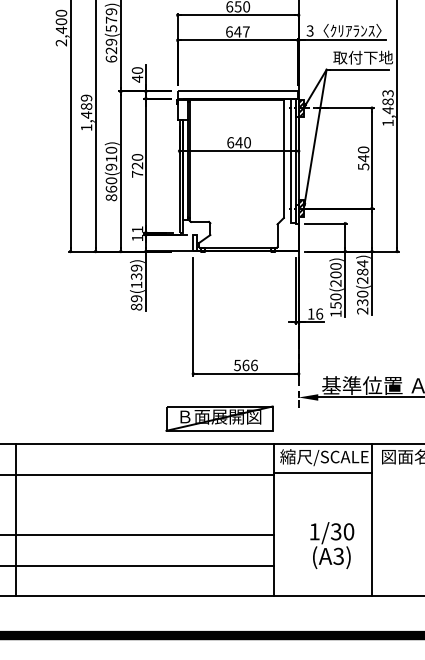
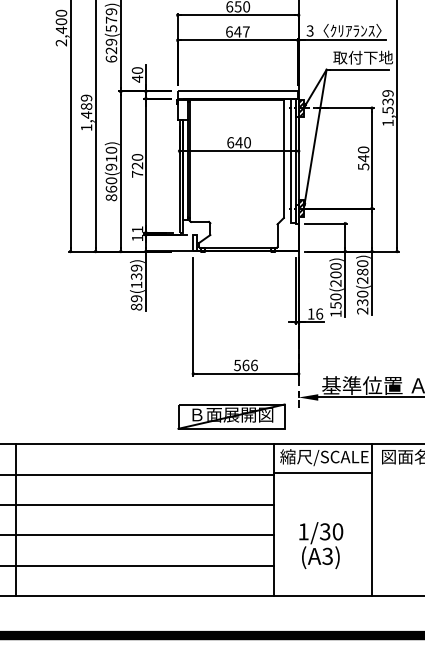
text at (387, 102): 1,483 -> 1,539
text at (362, 263): 230(284) -> 230(280)
part at (219, 418) position: (219, 418) -> (231, 416)
line at (138, 504): none -> present
text at (332, 545) position: (332, 545) -> (321, 545)
